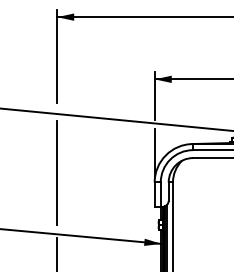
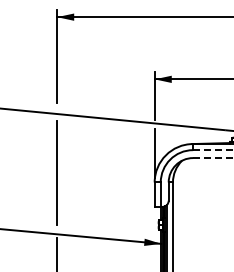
line at (213, 150): solid -> dashed
line at (213, 158): solid -> dashed
